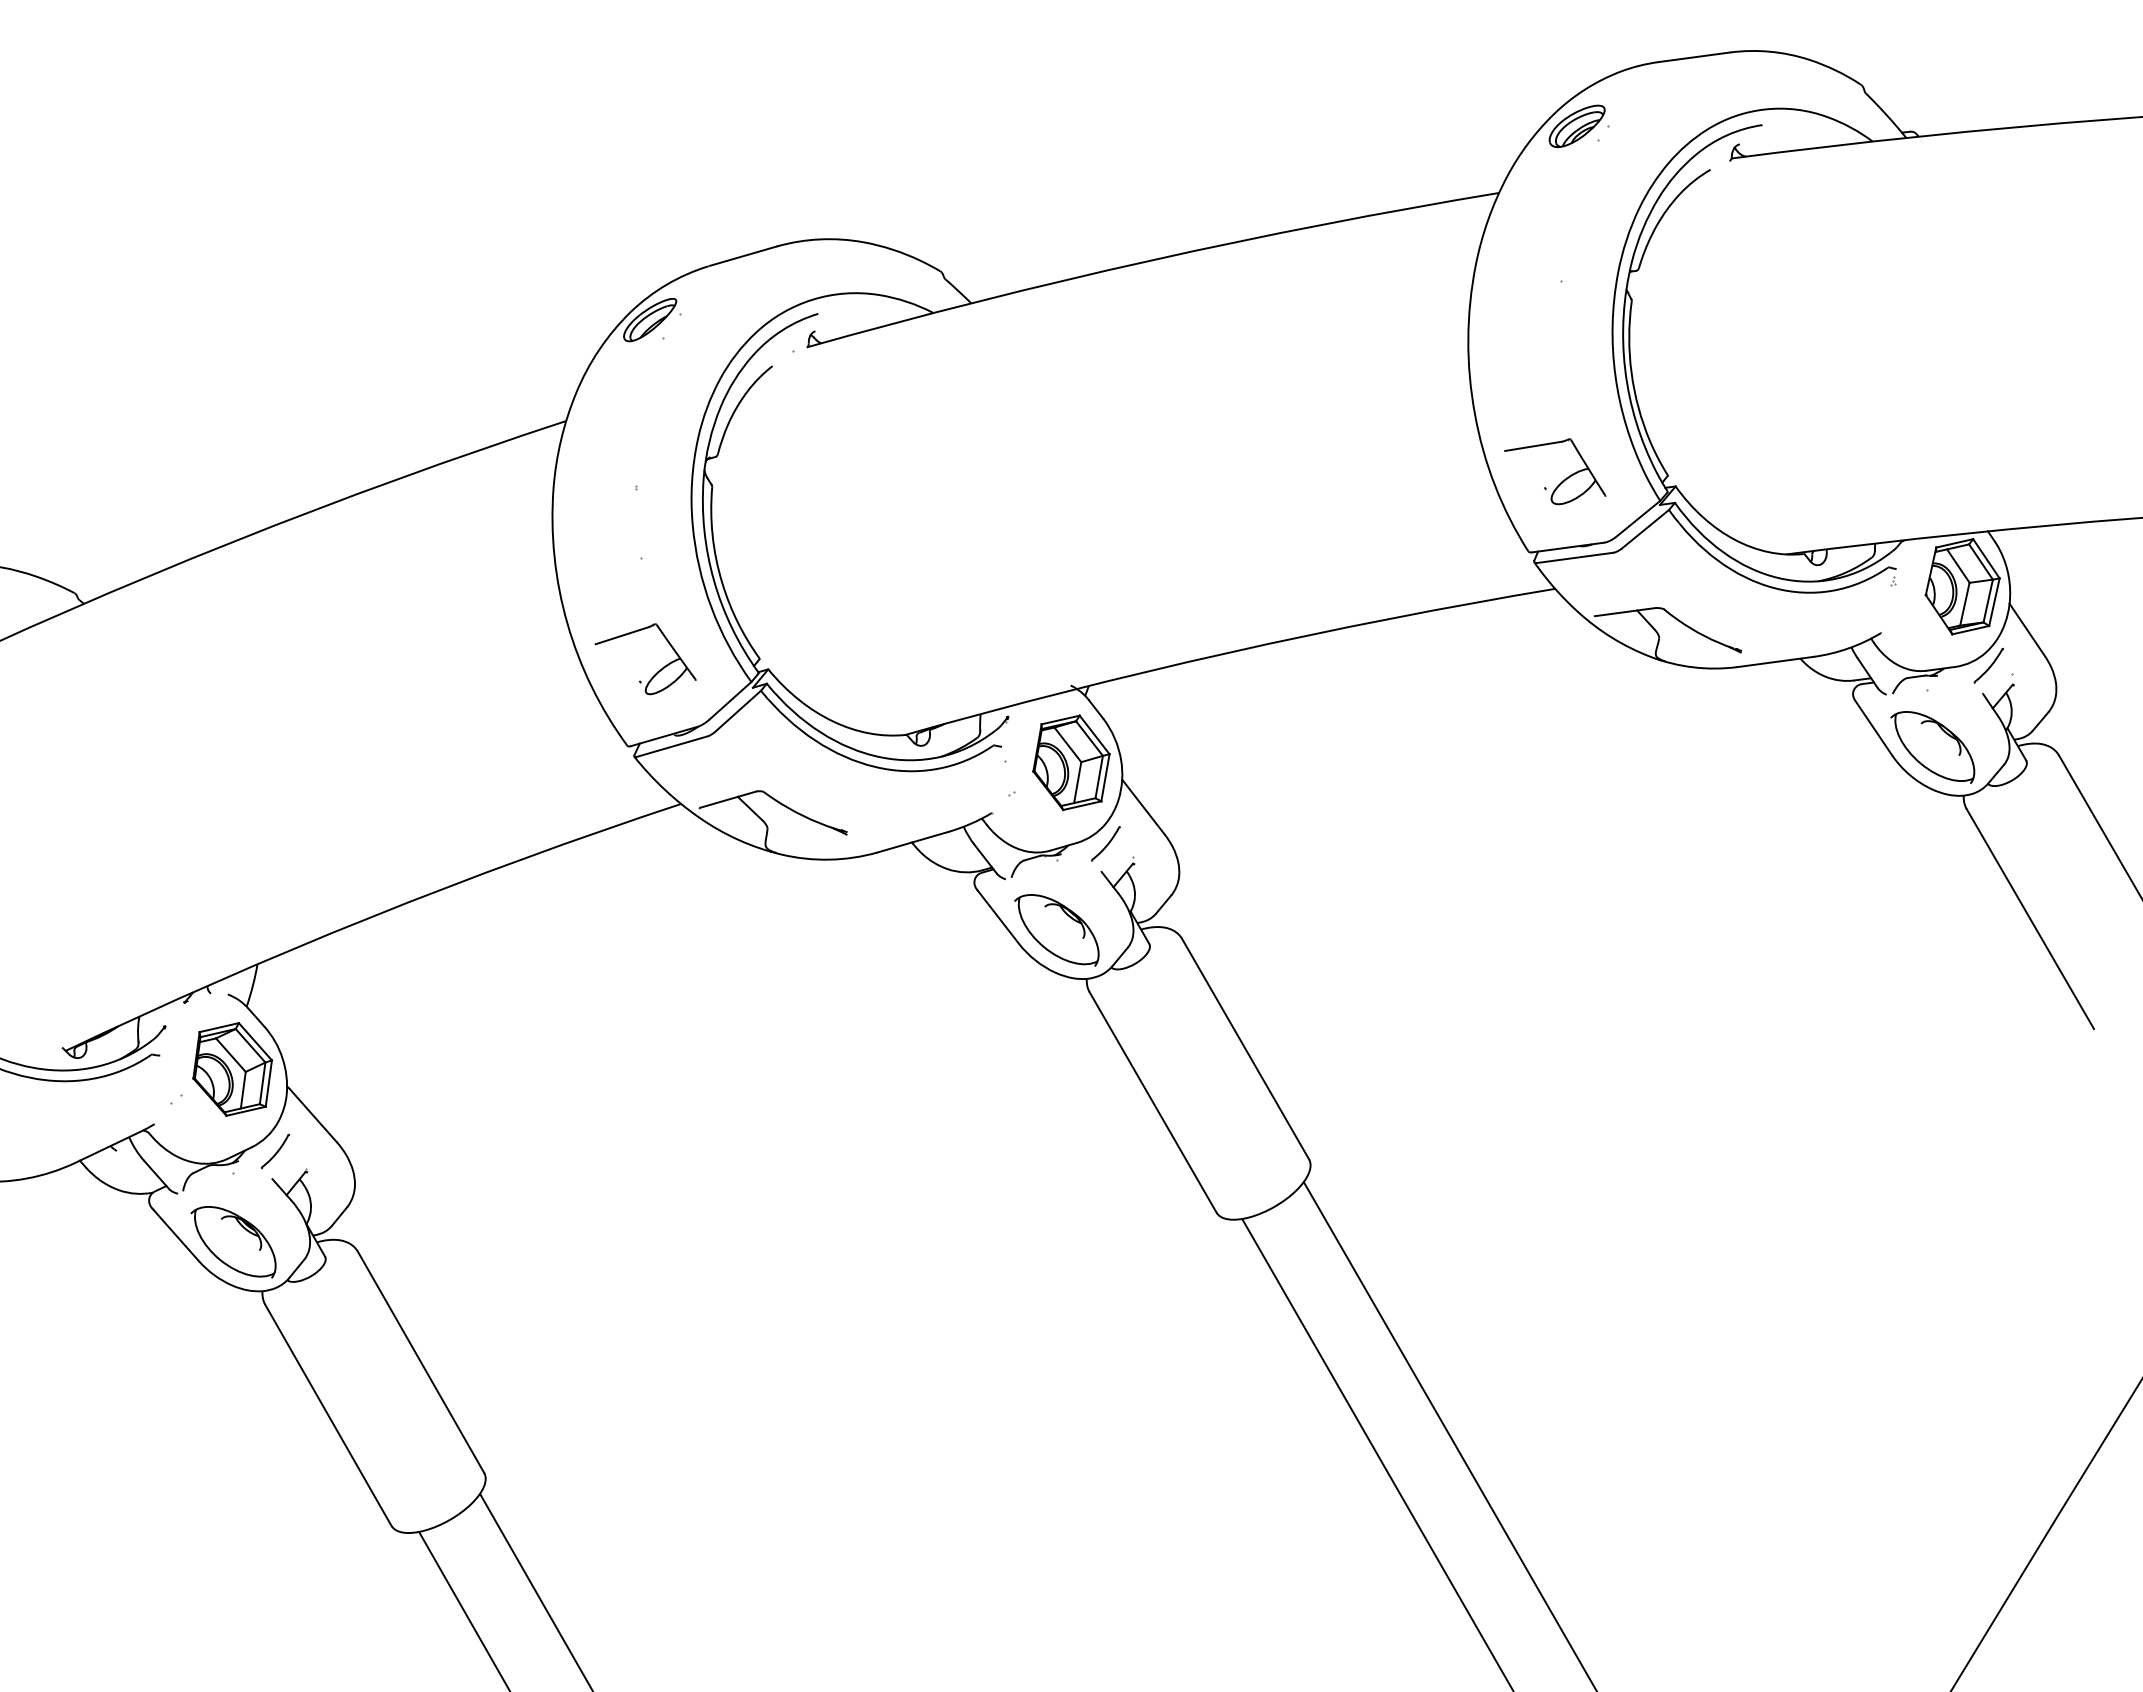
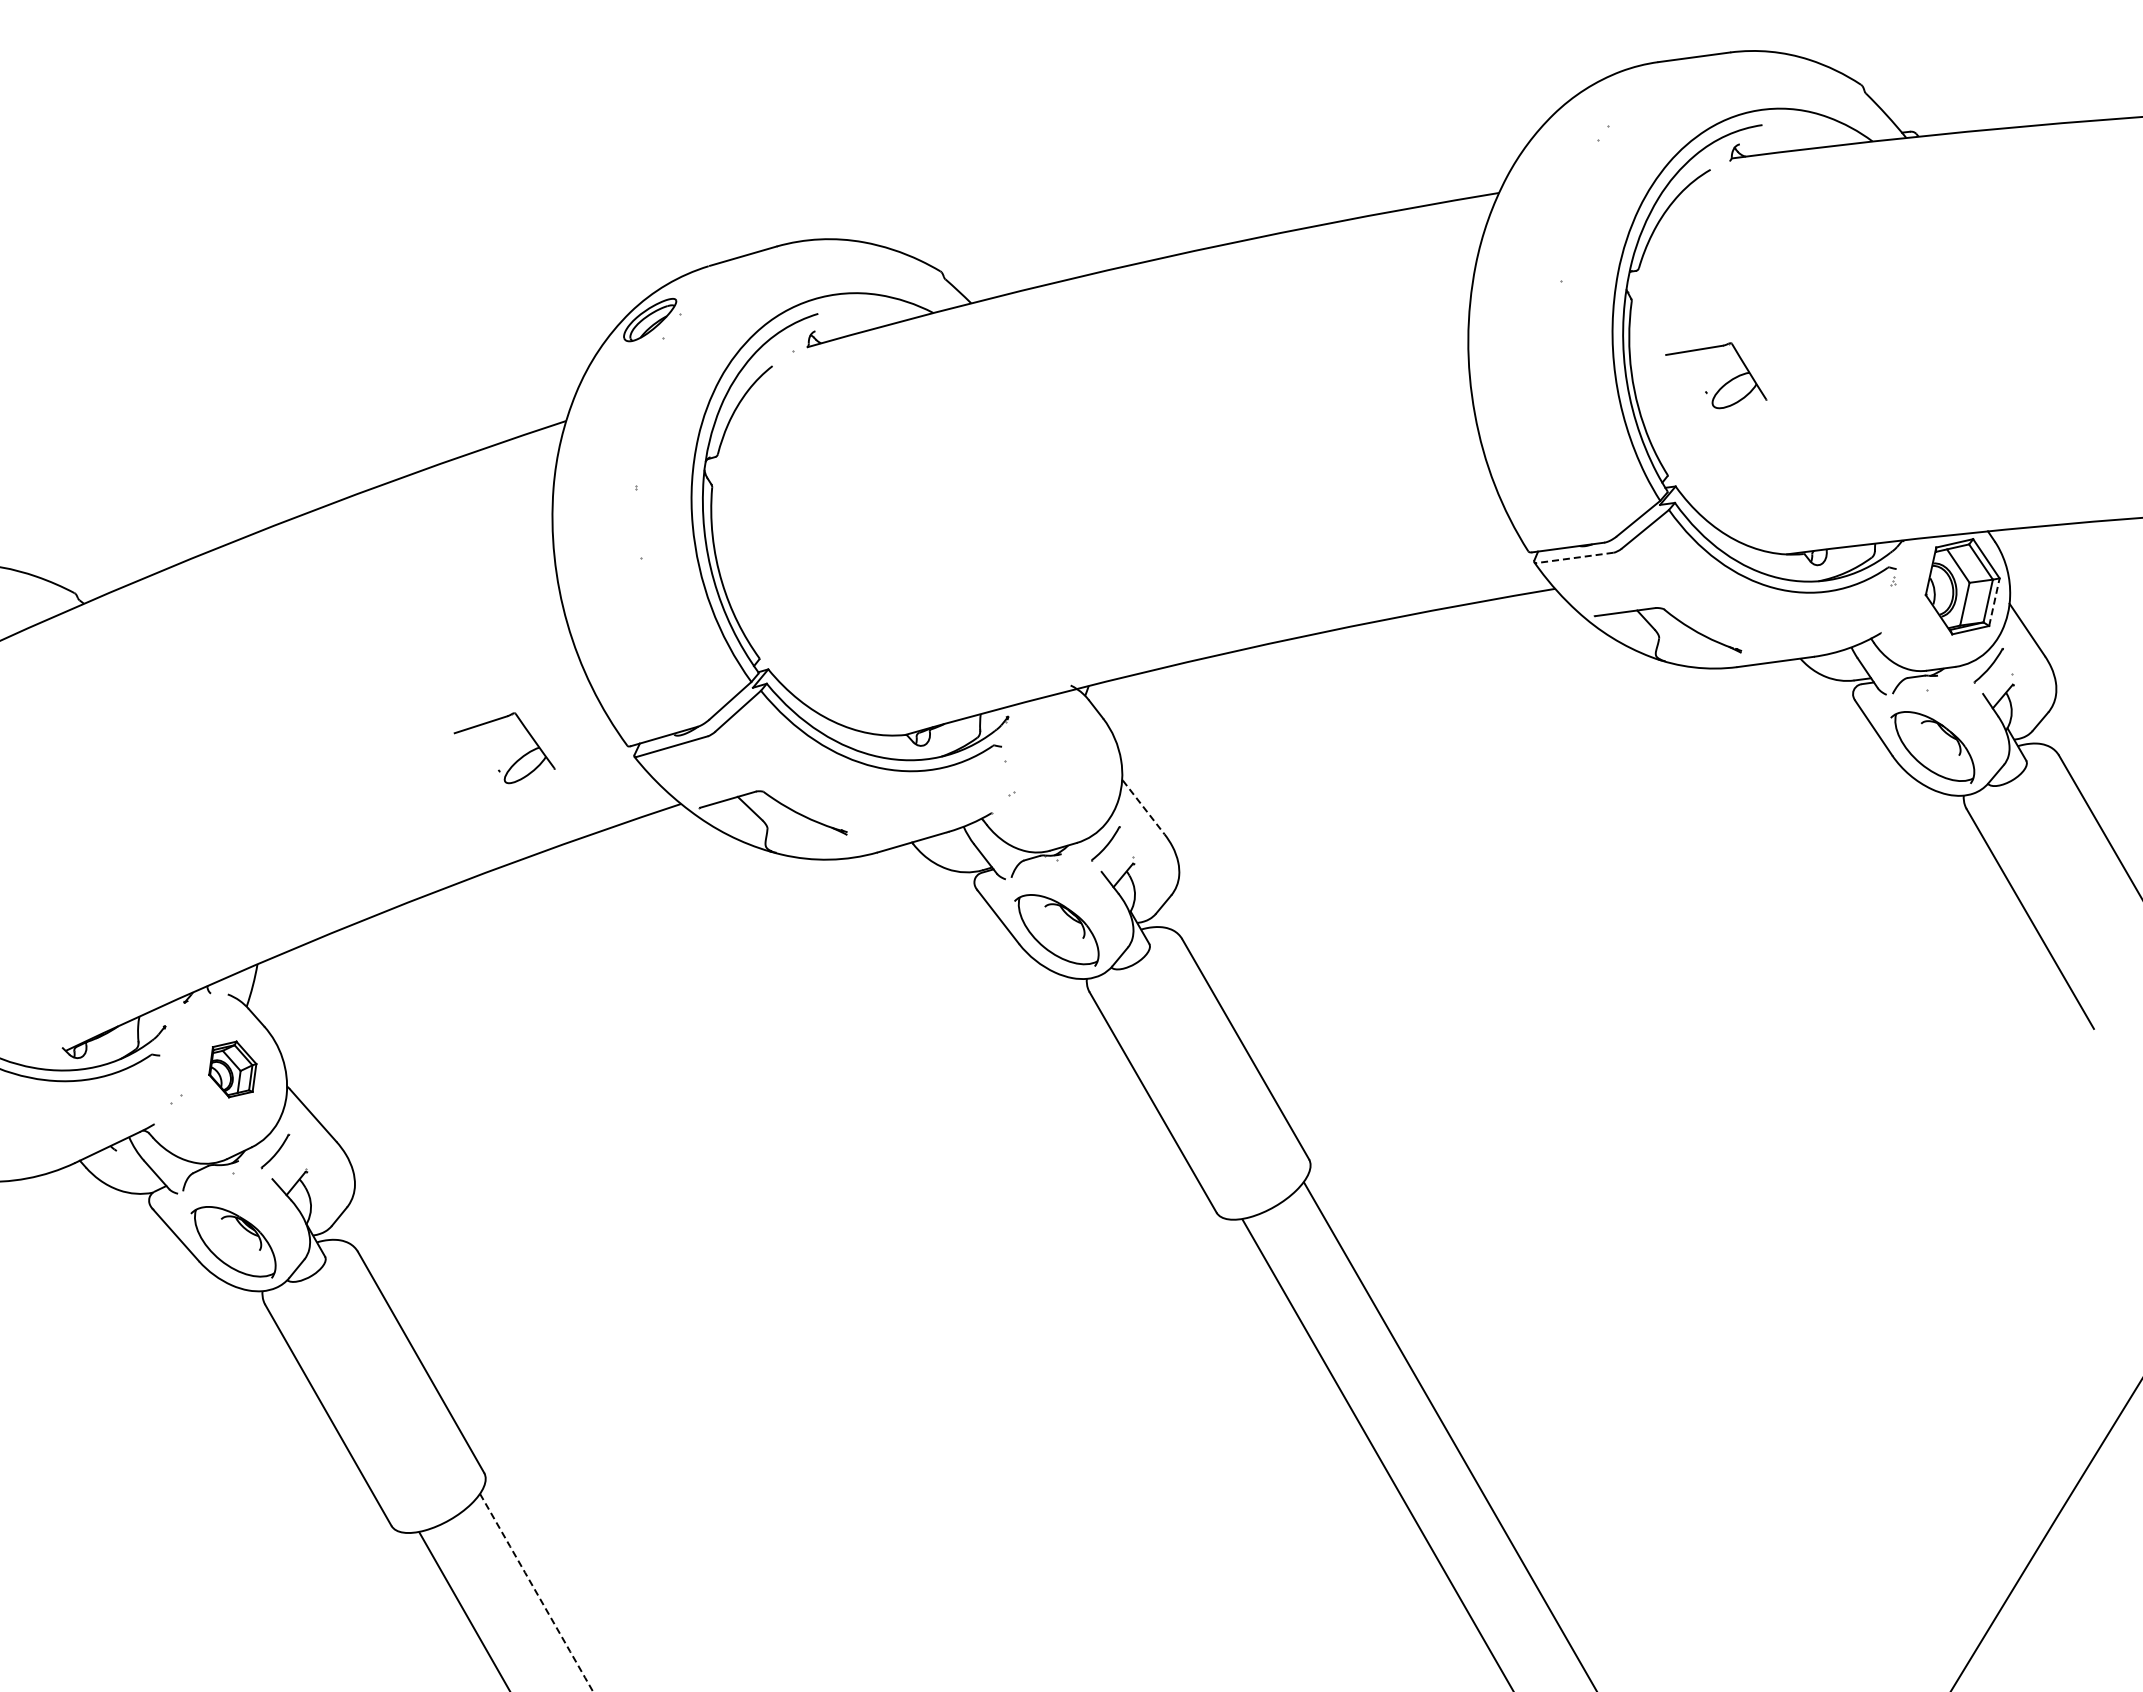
part at (1576, 125): present -> none
part at (1562, 480) position: (1562, 480) -> (1723, 384)
line at (1575, 557): solid -> dashed
line at (1994, 601): solid -> dashed
part at (657, 671) position: (657, 671) -> (516, 760)
part at (1071, 762): present -> none
line at (1144, 807): solid -> dashed
part at (232, 1069) size: 82x95 px -> 50x59 px
line at (536, 1592): solid -> dashed
